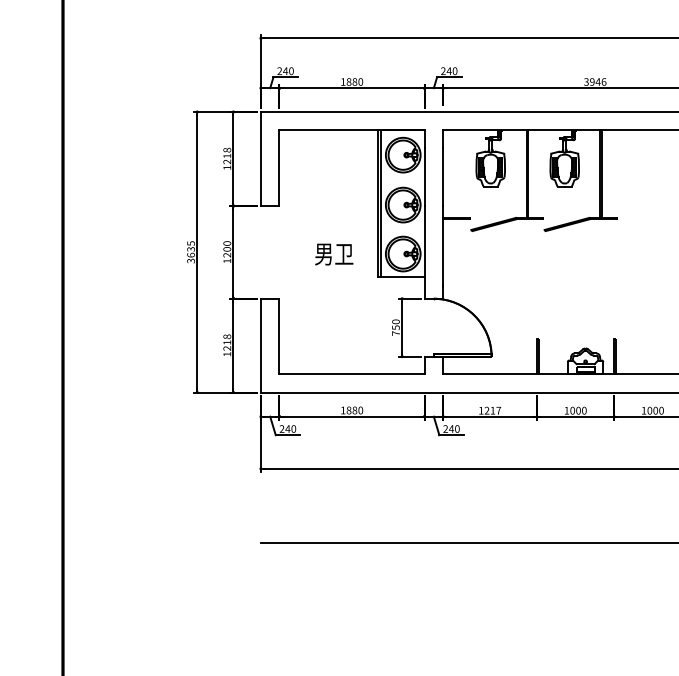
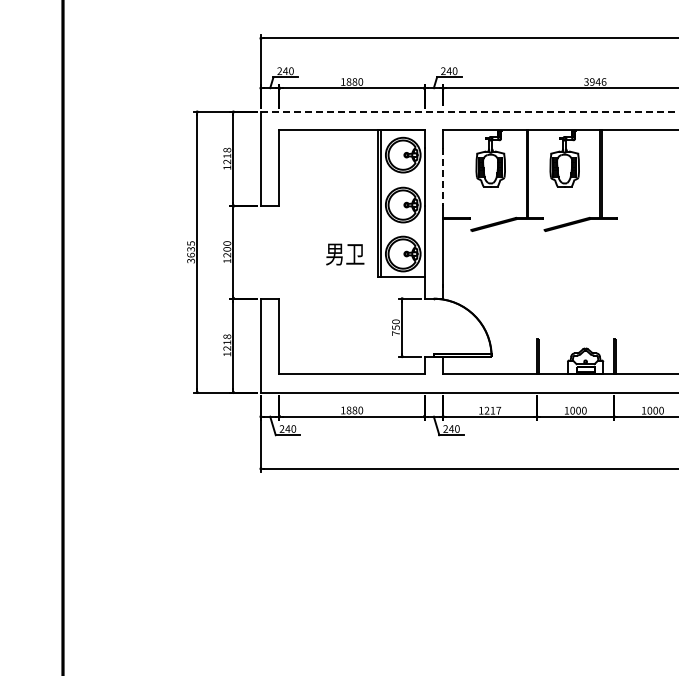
line at (469, 111): solid -> dashed
line at (443, 176): solid -> dashed
text at (334, 254) position: (334, 254) -> (345, 254)
line at (467, 542): present -> none
